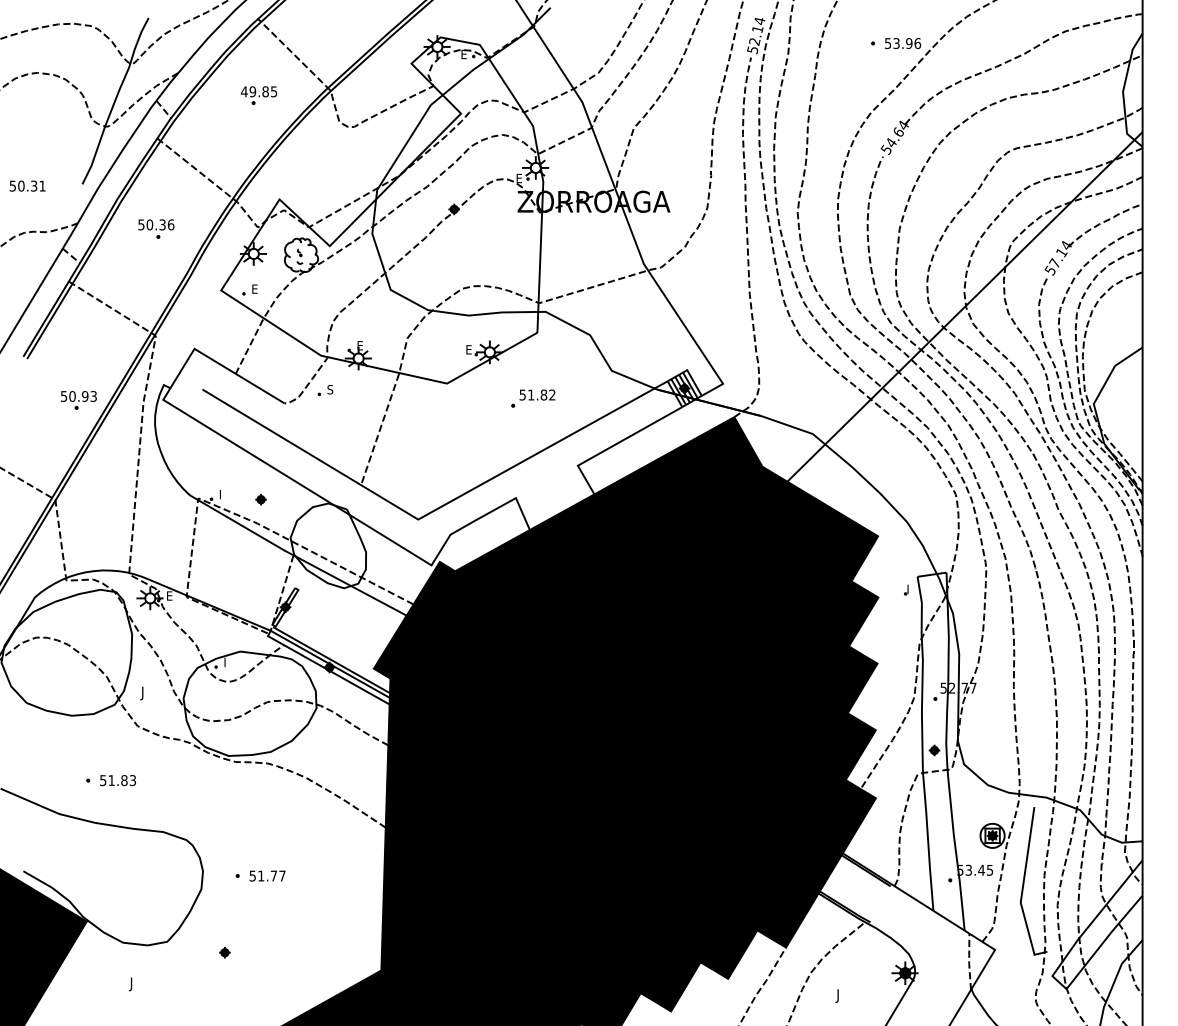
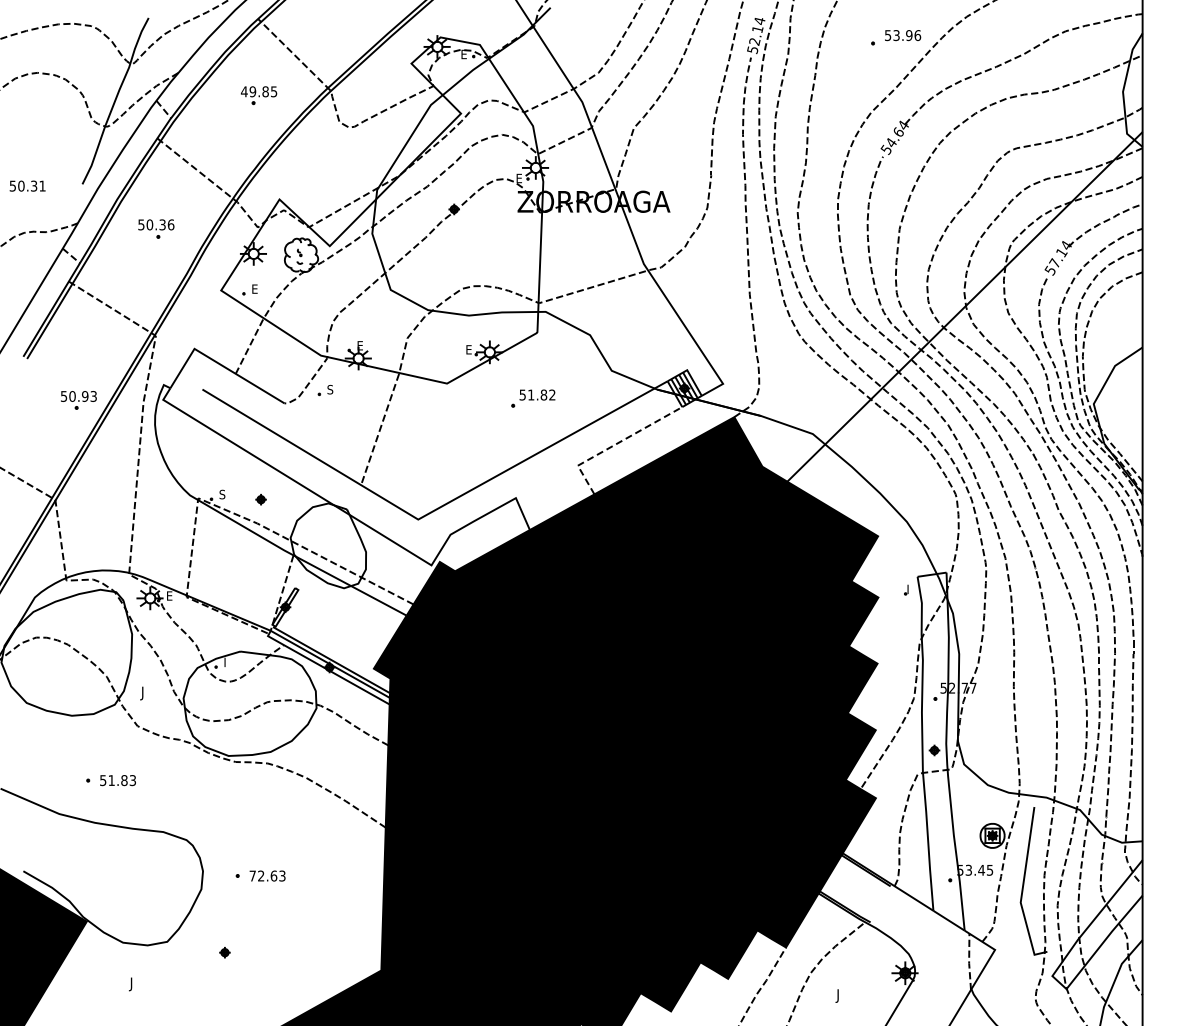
text at (903, 43) position: (903, 43) -> (903, 35)
line at (615, 444): solid -> dashed
text at (222, 494): I -> S
text at (267, 875): 51.77 -> 72.63
